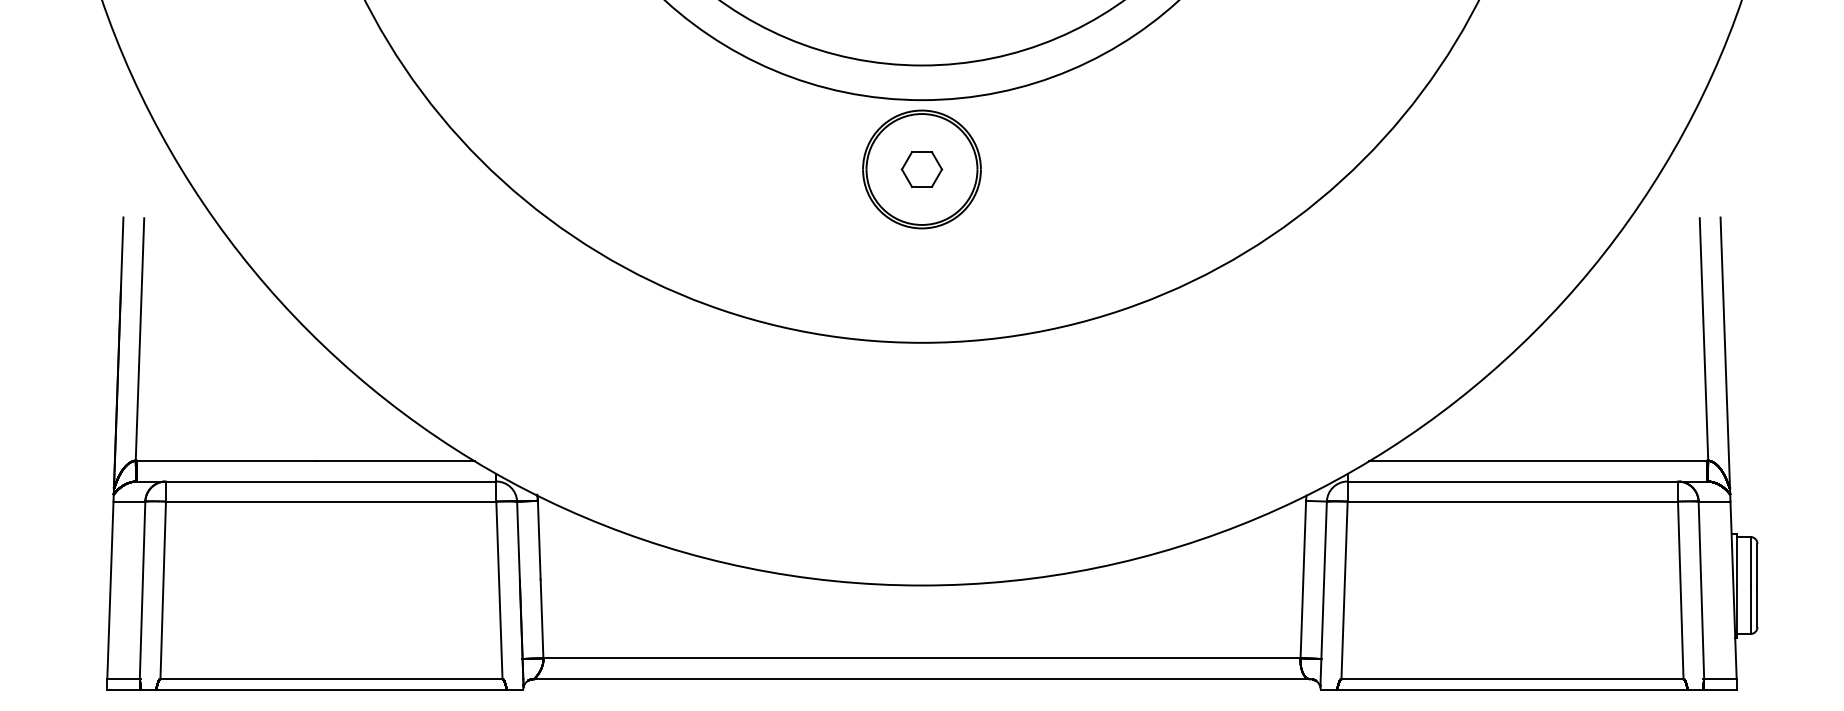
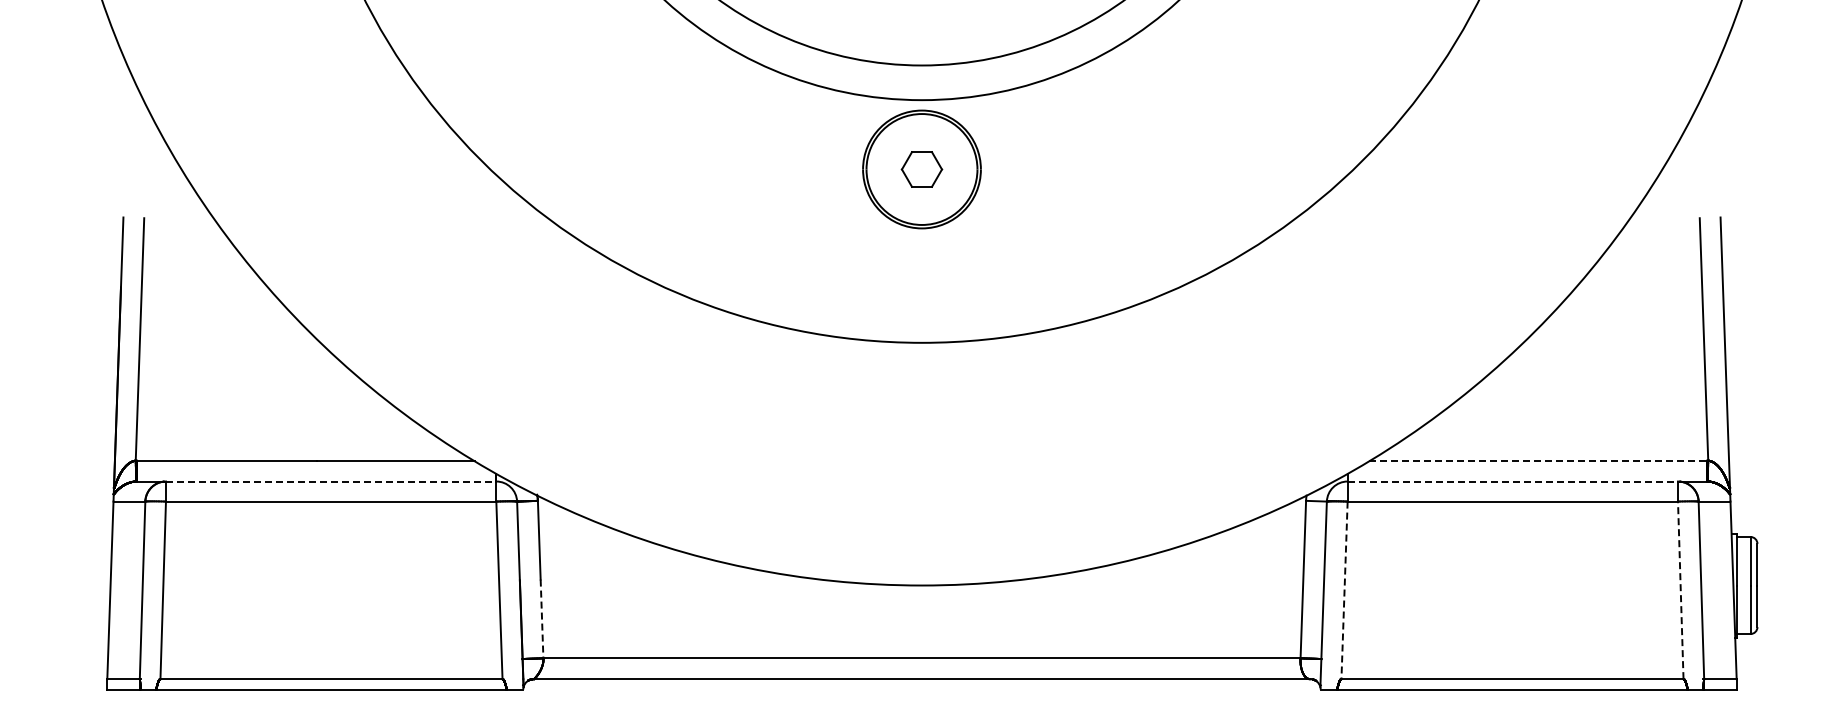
line at (1538, 460): solid -> dashed
line at (331, 481): solid -> dashed
line at (1513, 481): solid -> dashed
line at (1344, 590): solid -> dashed
line at (1680, 590): solid -> dashed
line at (542, 619): solid -> dashed
